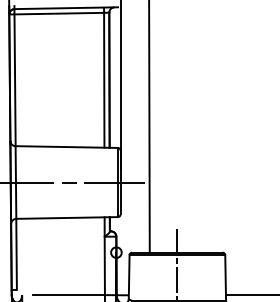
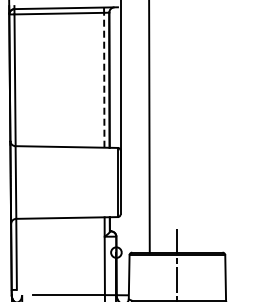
line at (104, 79): solid -> dashed
line at (73, 182): present -> none
line at (250, 295): present -> none
